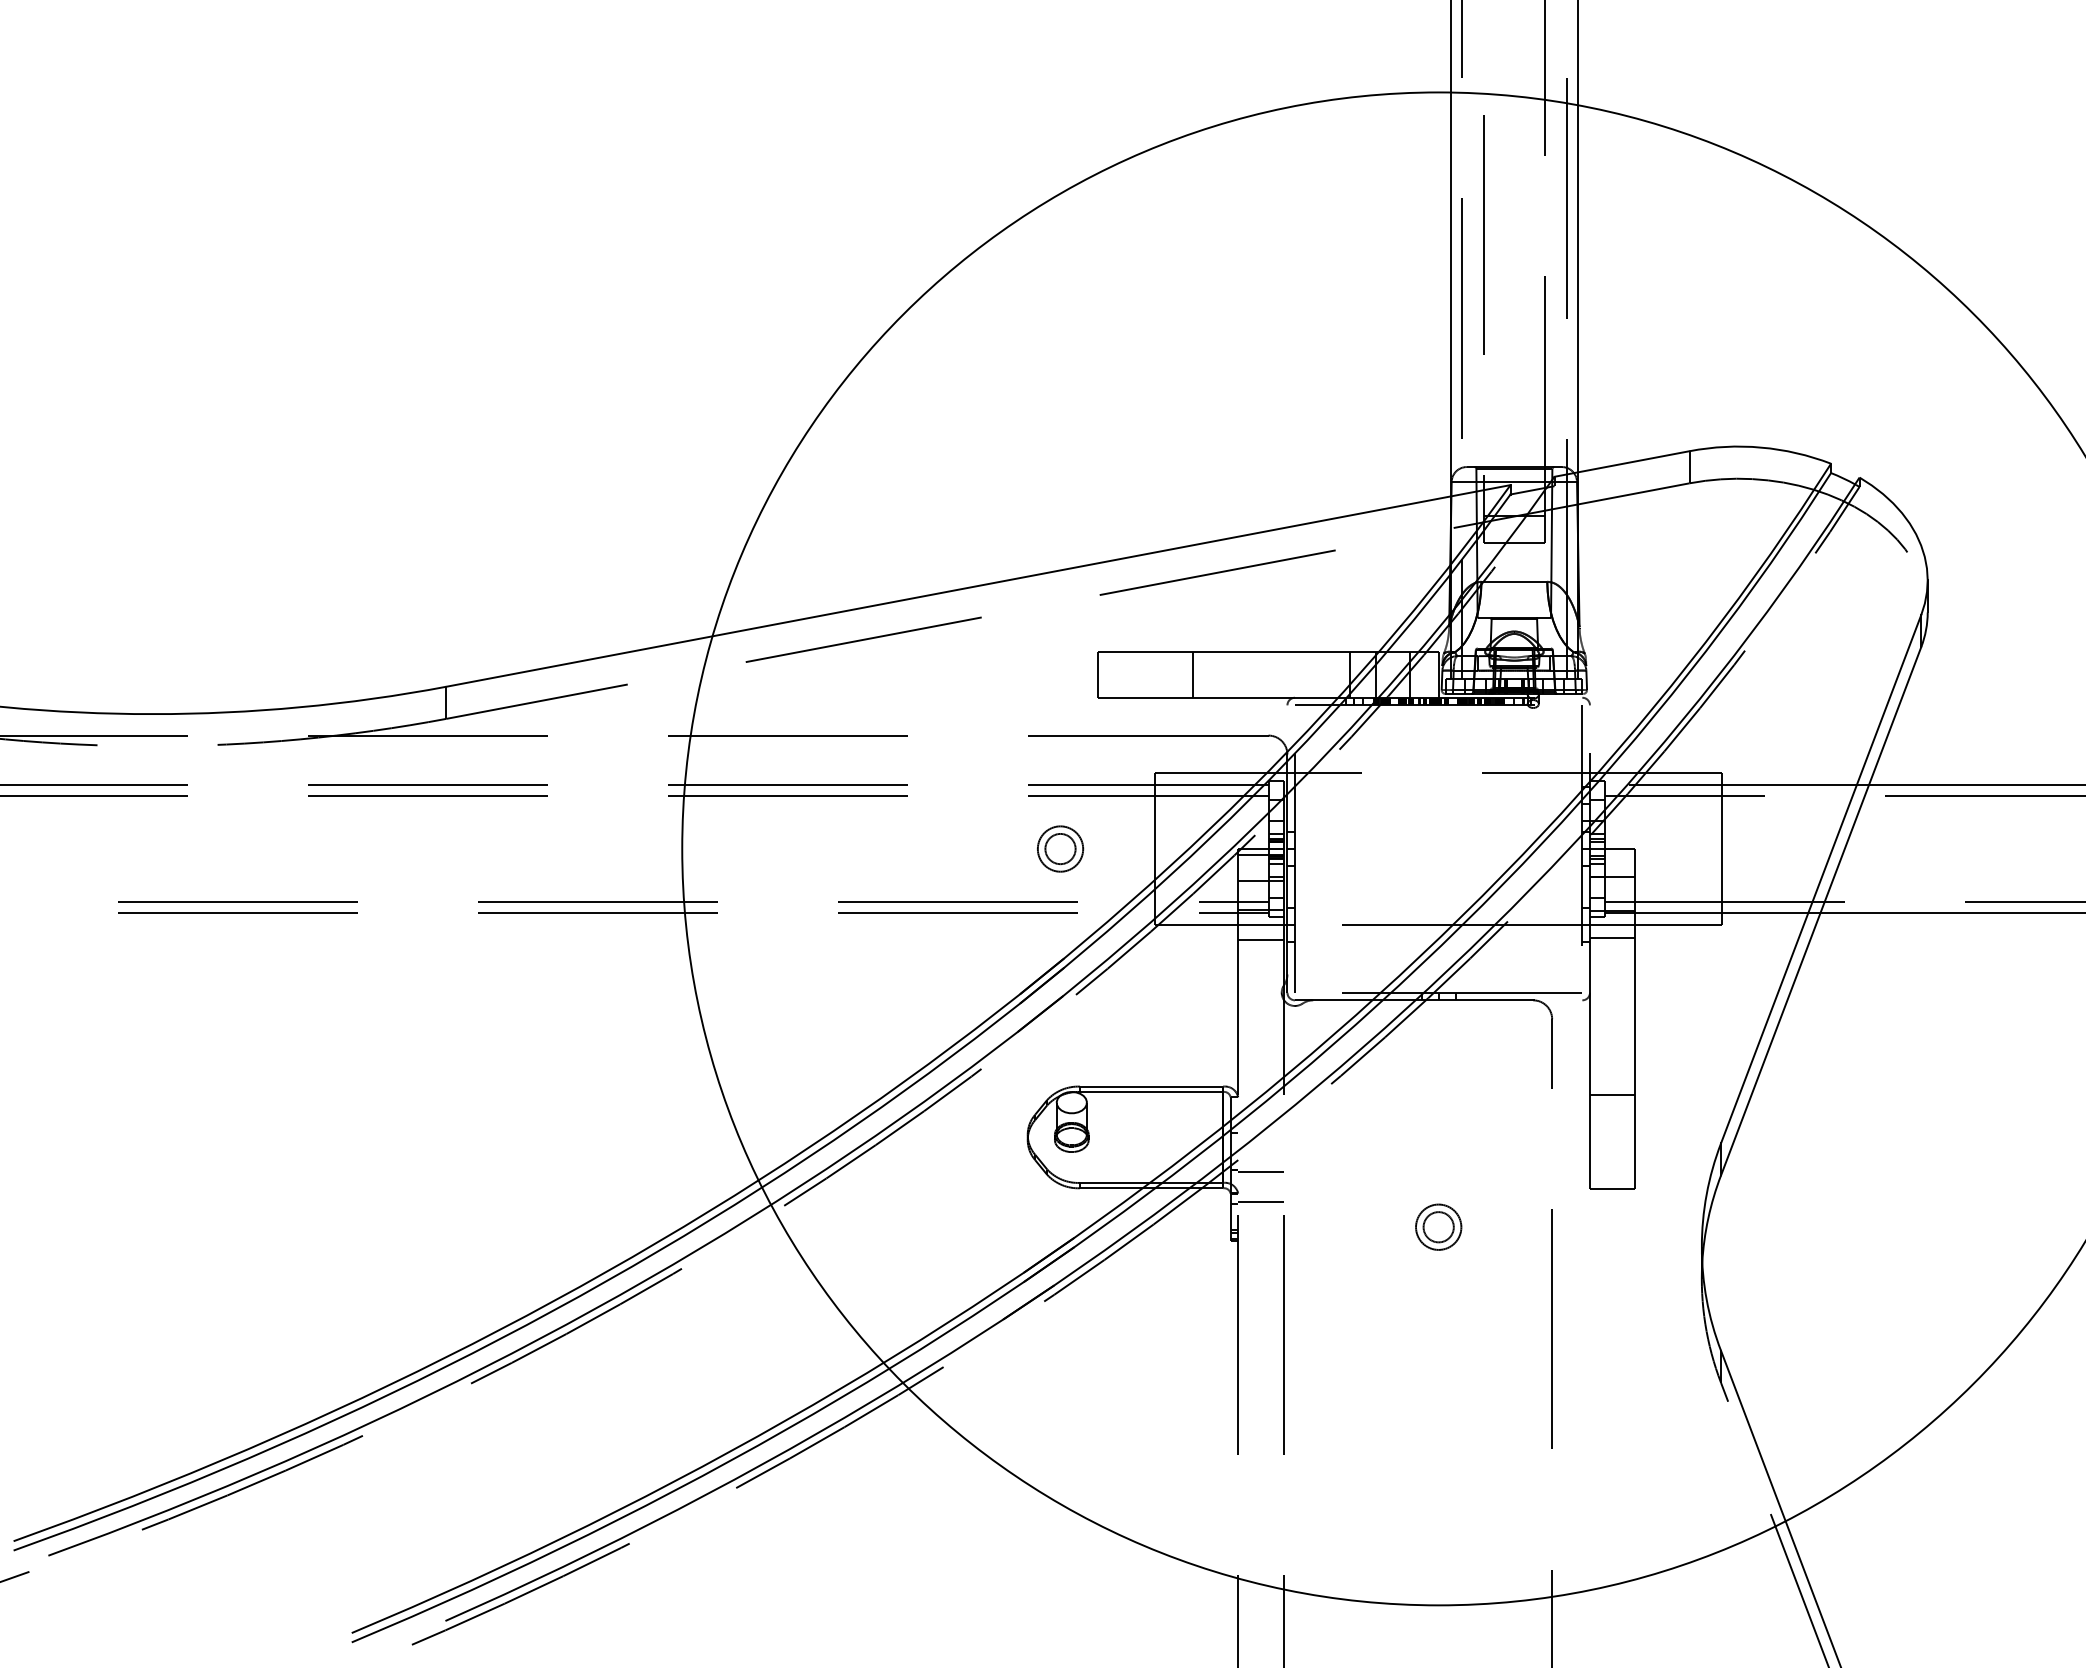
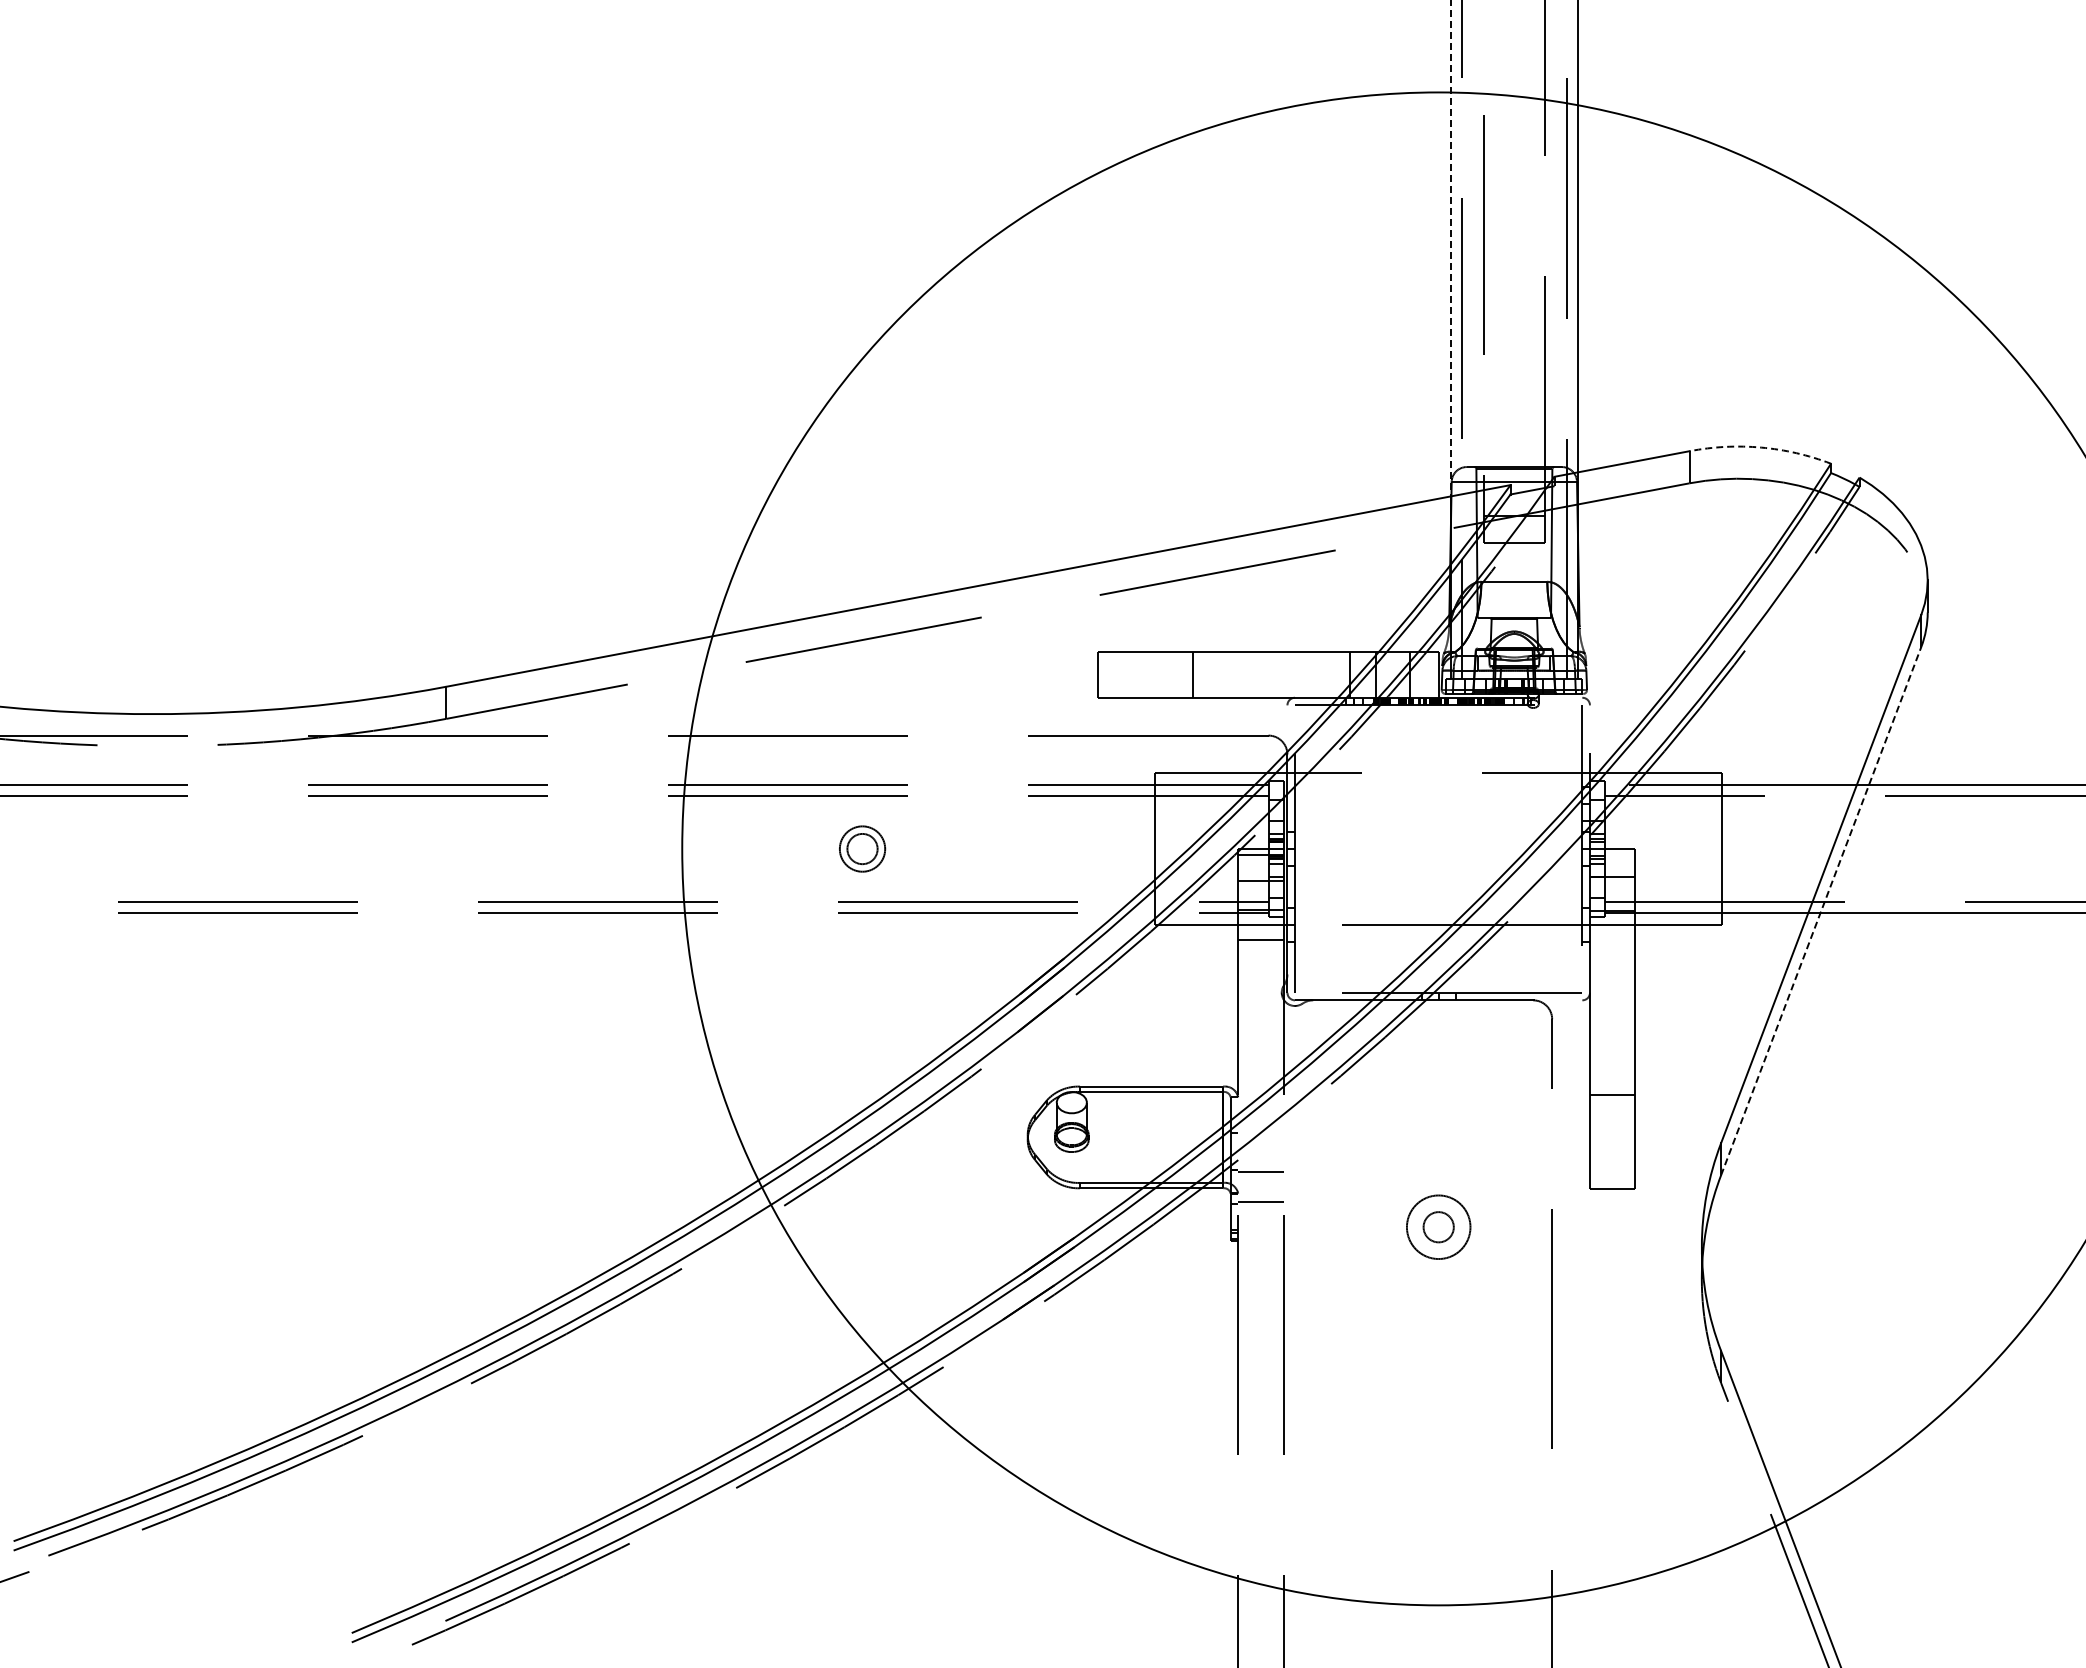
line at (1450, 248): solid -> dashed
arc at (1761, 447): solid -> dashed
part at (1060, 848) position: (1060, 848) -> (862, 848)
line at (1821, 910): solid -> dashed
line at (1612, 937): present -> none
circle at (1438, 1226) diameter: 45 px -> 64 px
